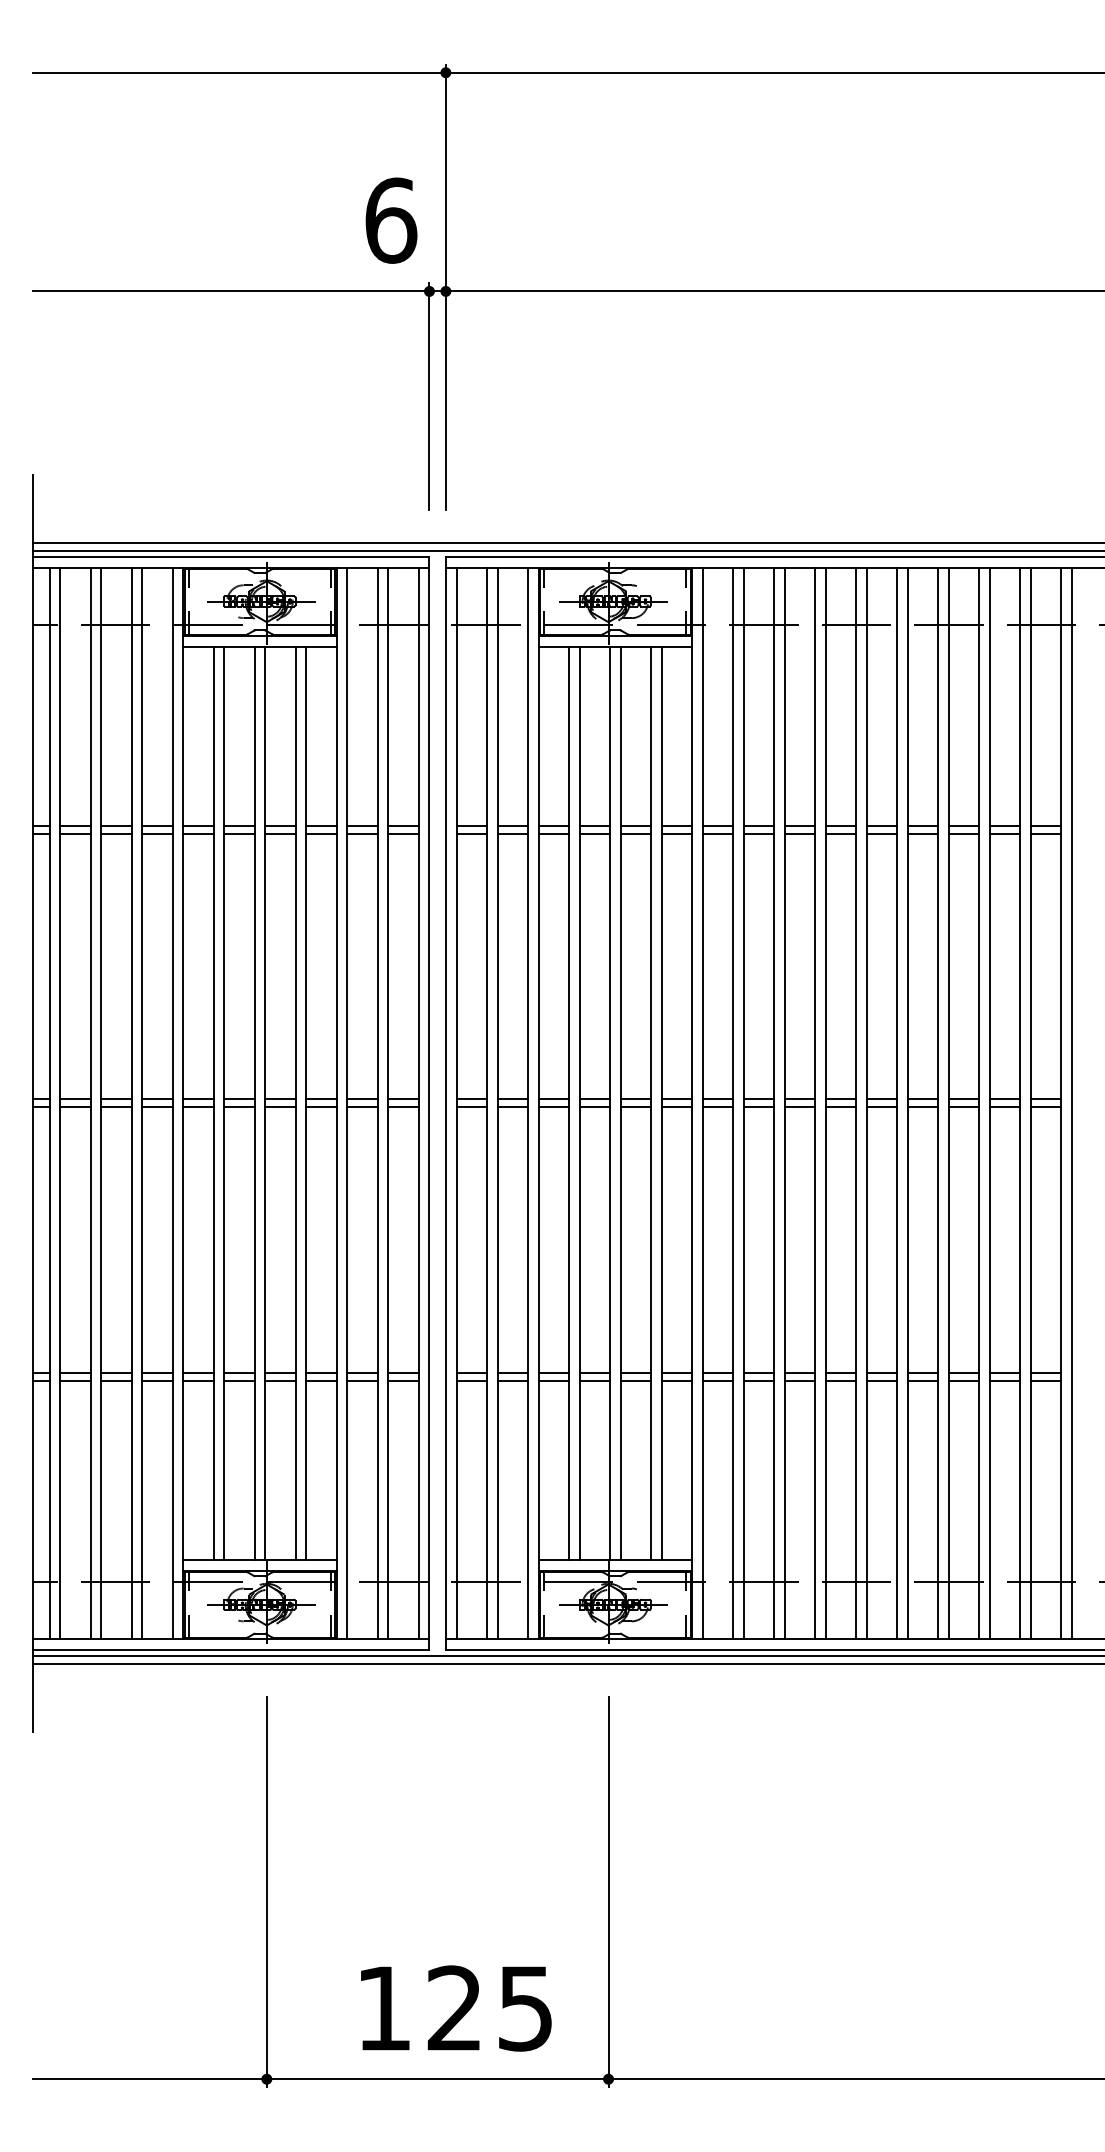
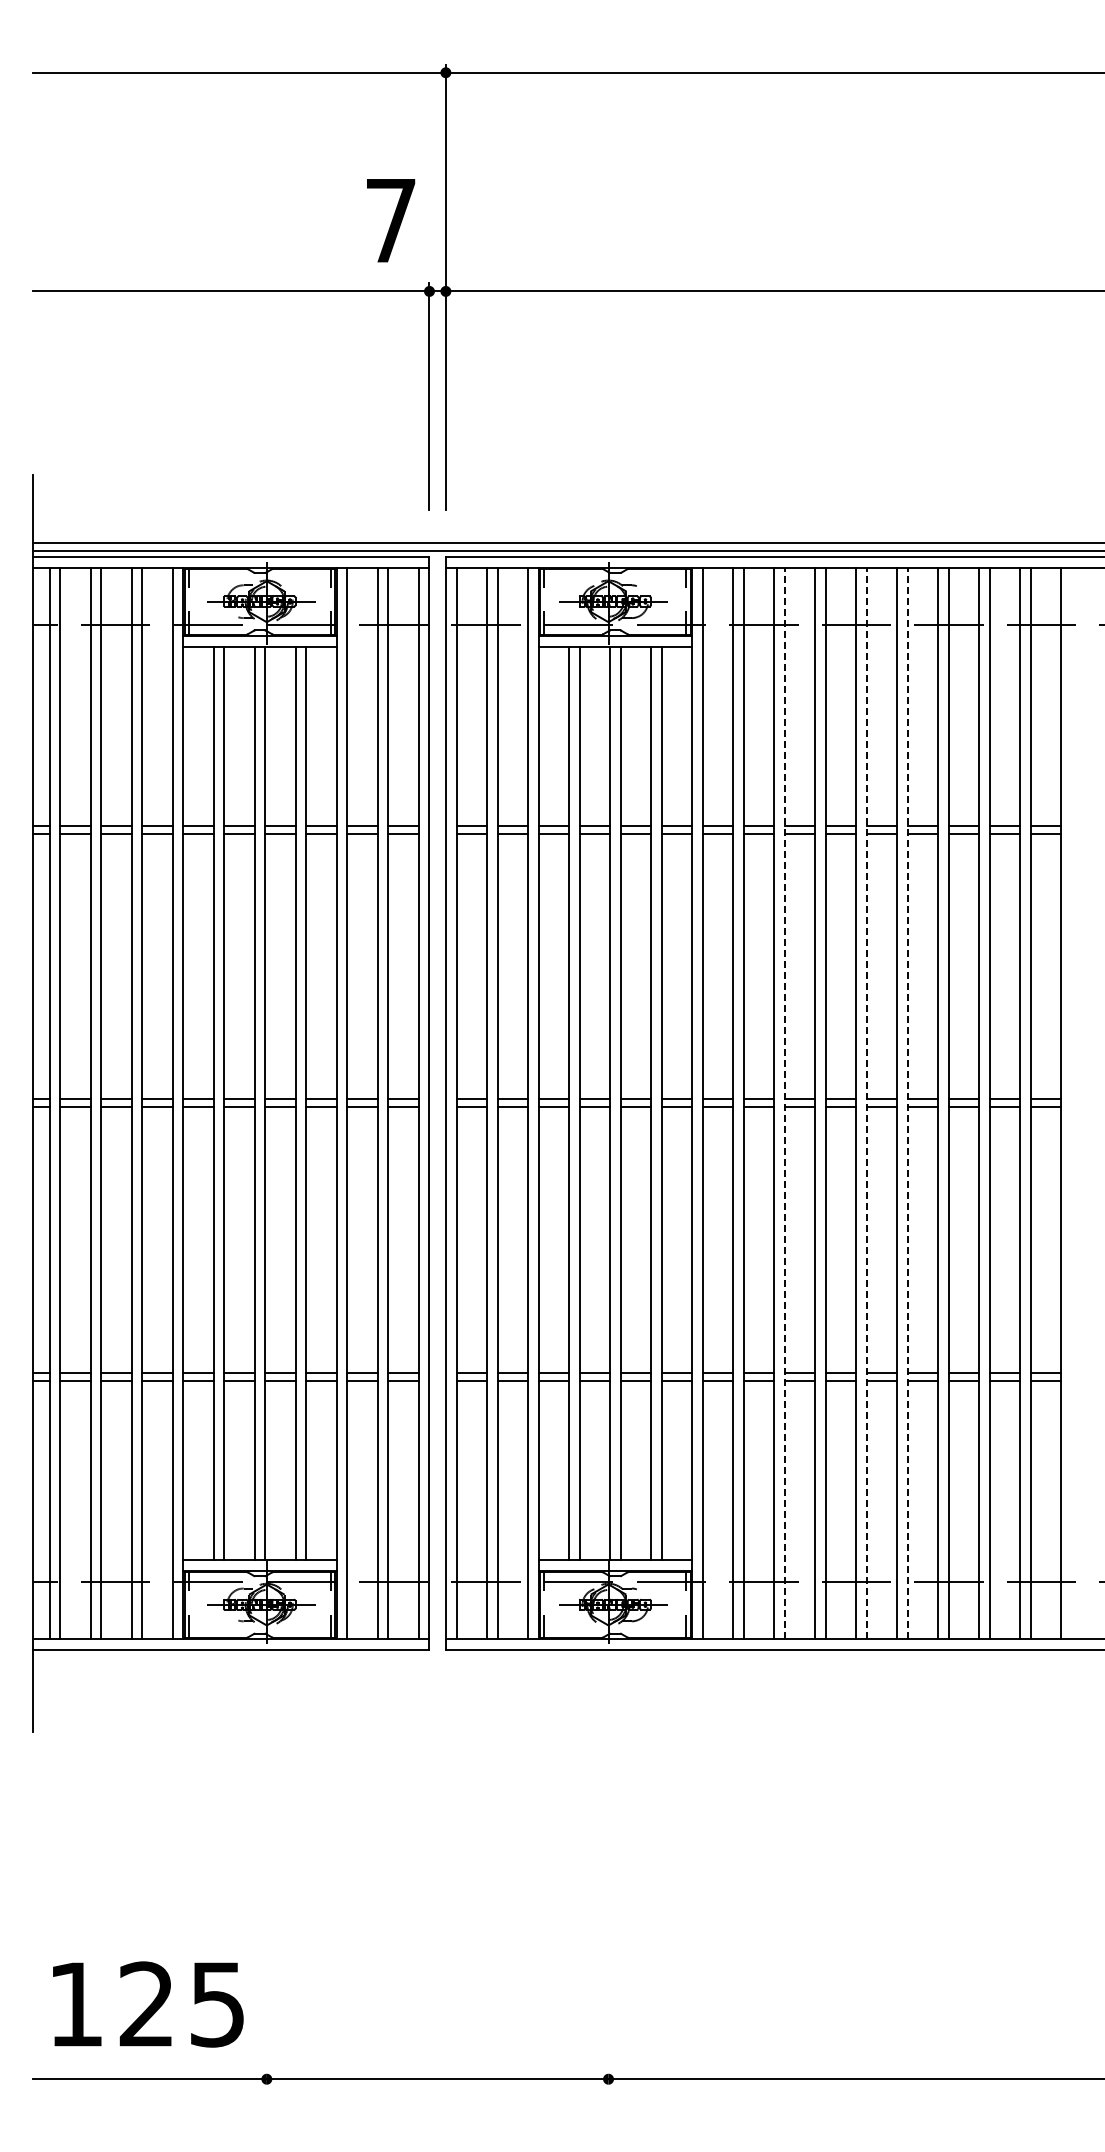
text at (391, 220): 6 -> 7
line at (784, 1103): solid -> dashed
line at (866, 1103): solid -> dashed
line at (907, 1103): solid -> dashed
line at (1071, 1103): present -> none
line at (567, 1655): present -> none
line at (567, 1663): present -> none
line at (266, 1891): present -> none
line at (608, 1891): present -> none
text at (456, 2008) position: (456, 2008) -> (148, 2004)
